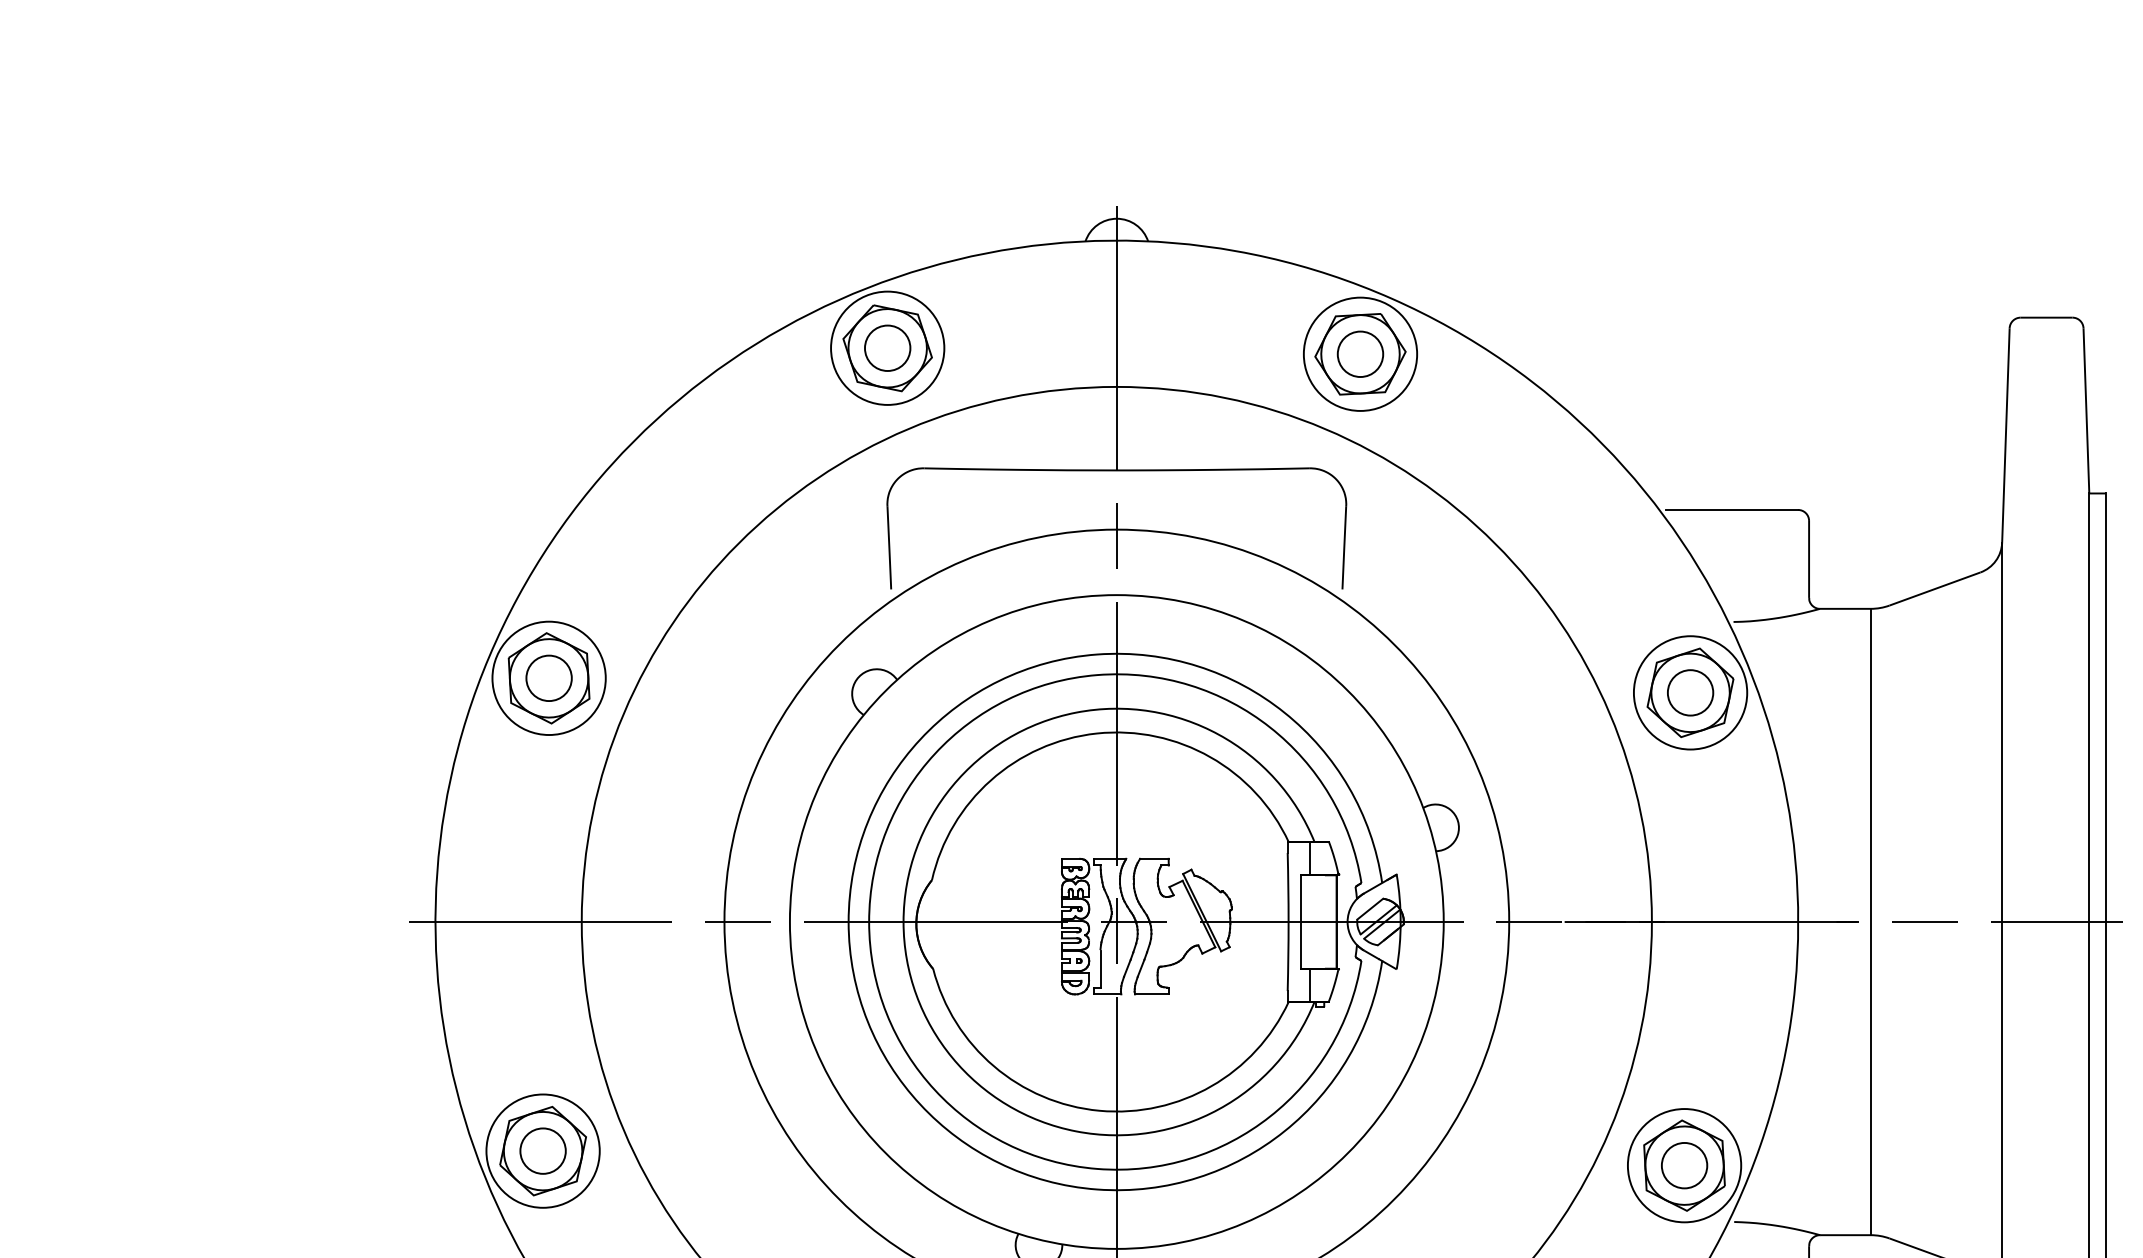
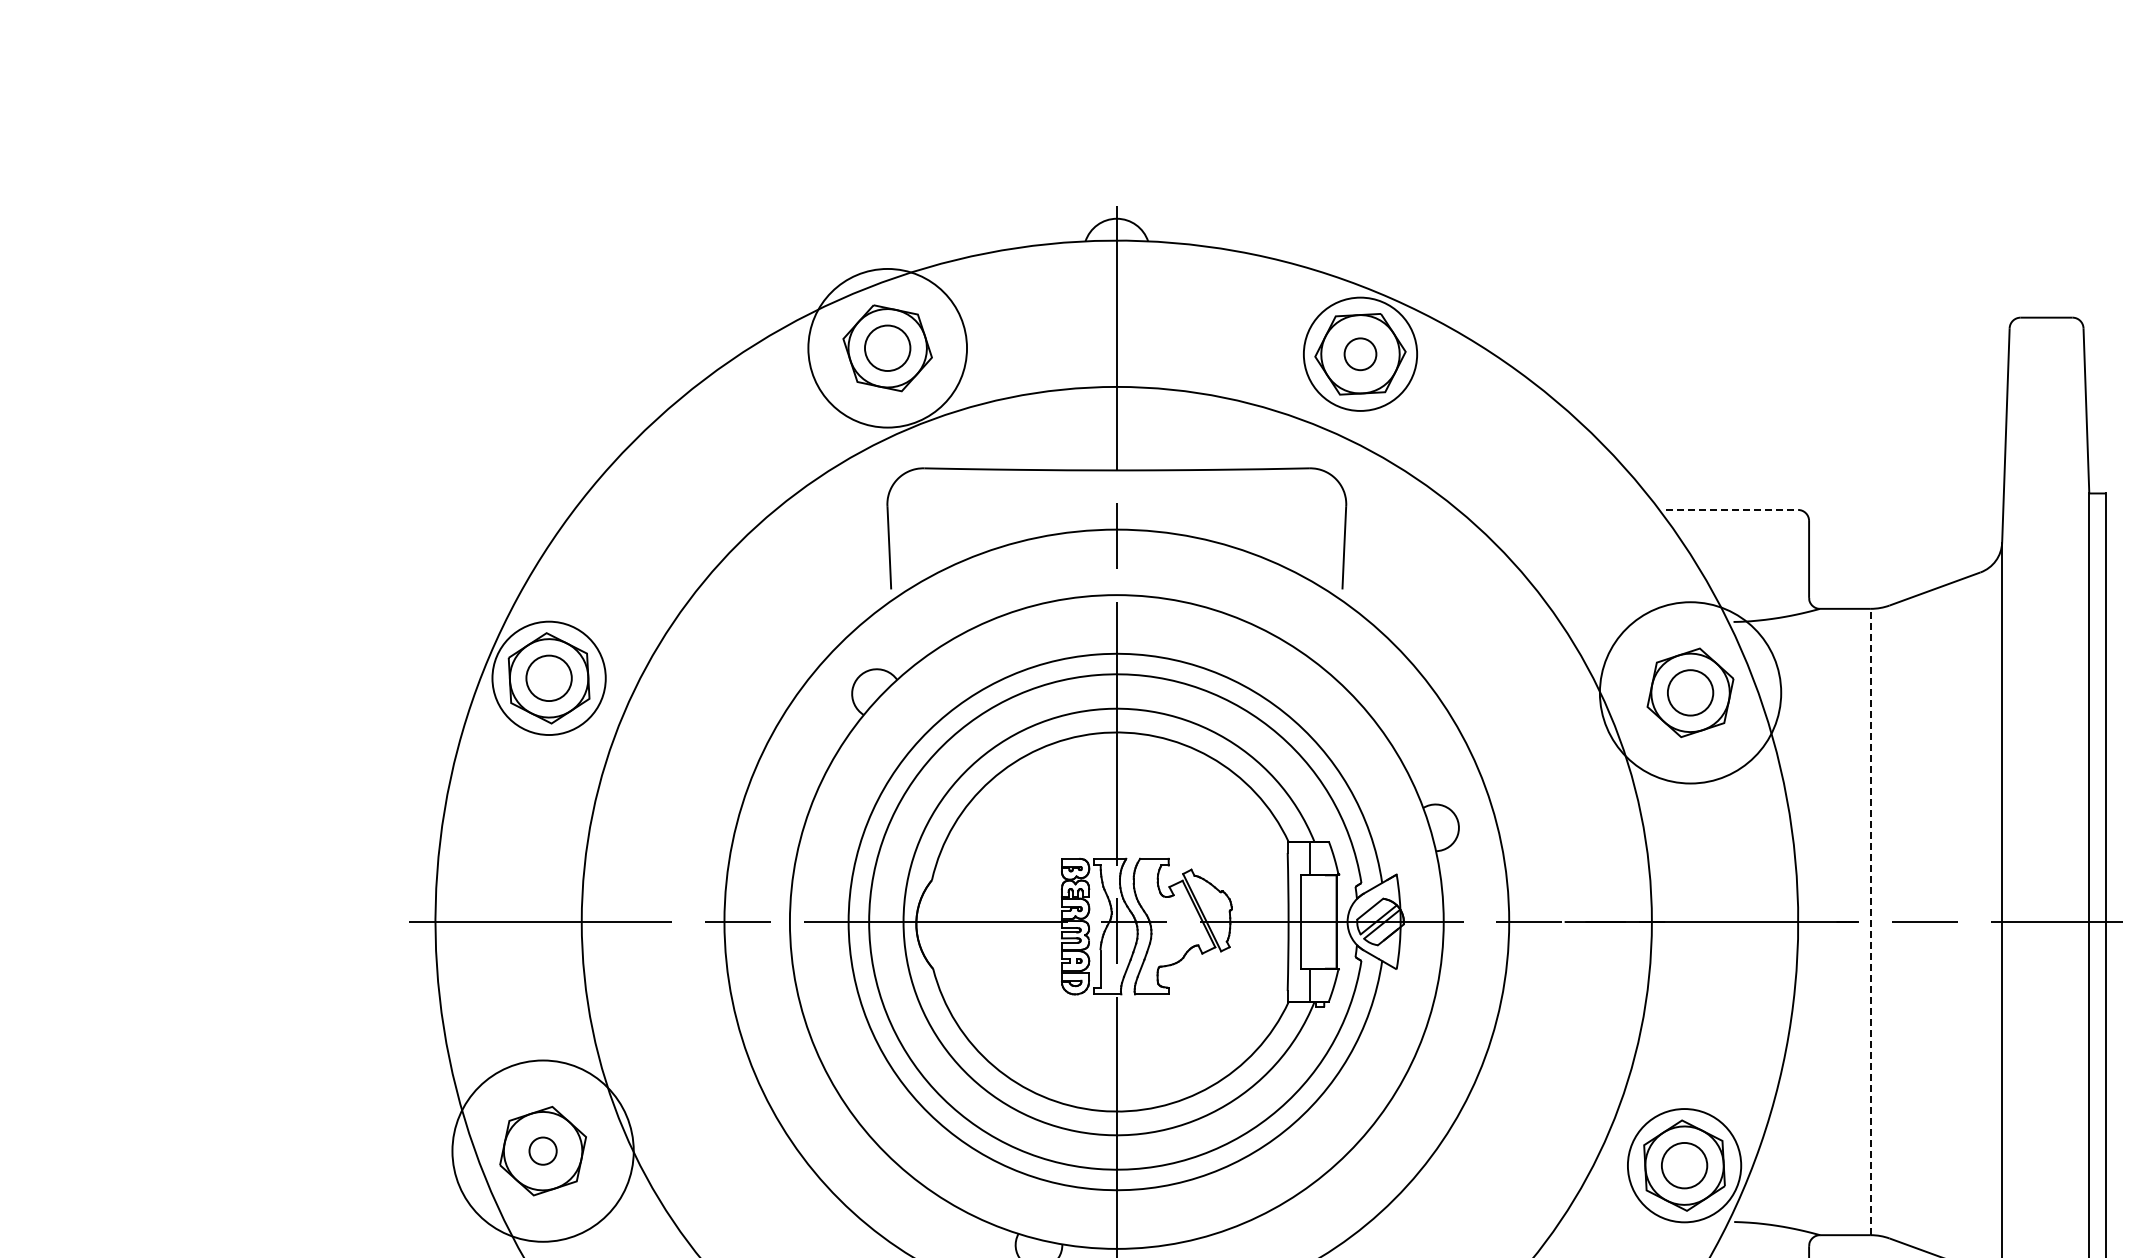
circle at (887, 347) diameter: 113 px -> 159 px
circle at (1360, 354) diameter: 45 px -> 32 px
line at (1732, 509): solid -> dashed
circle at (1690, 692) diameter: 113 px -> 181 px
line at (1870, 921): solid -> dashed
circle at (542, 1150) diameter: 113 px -> 181 px
circle at (542, 1150) diameter: 45 px -> 27 px
